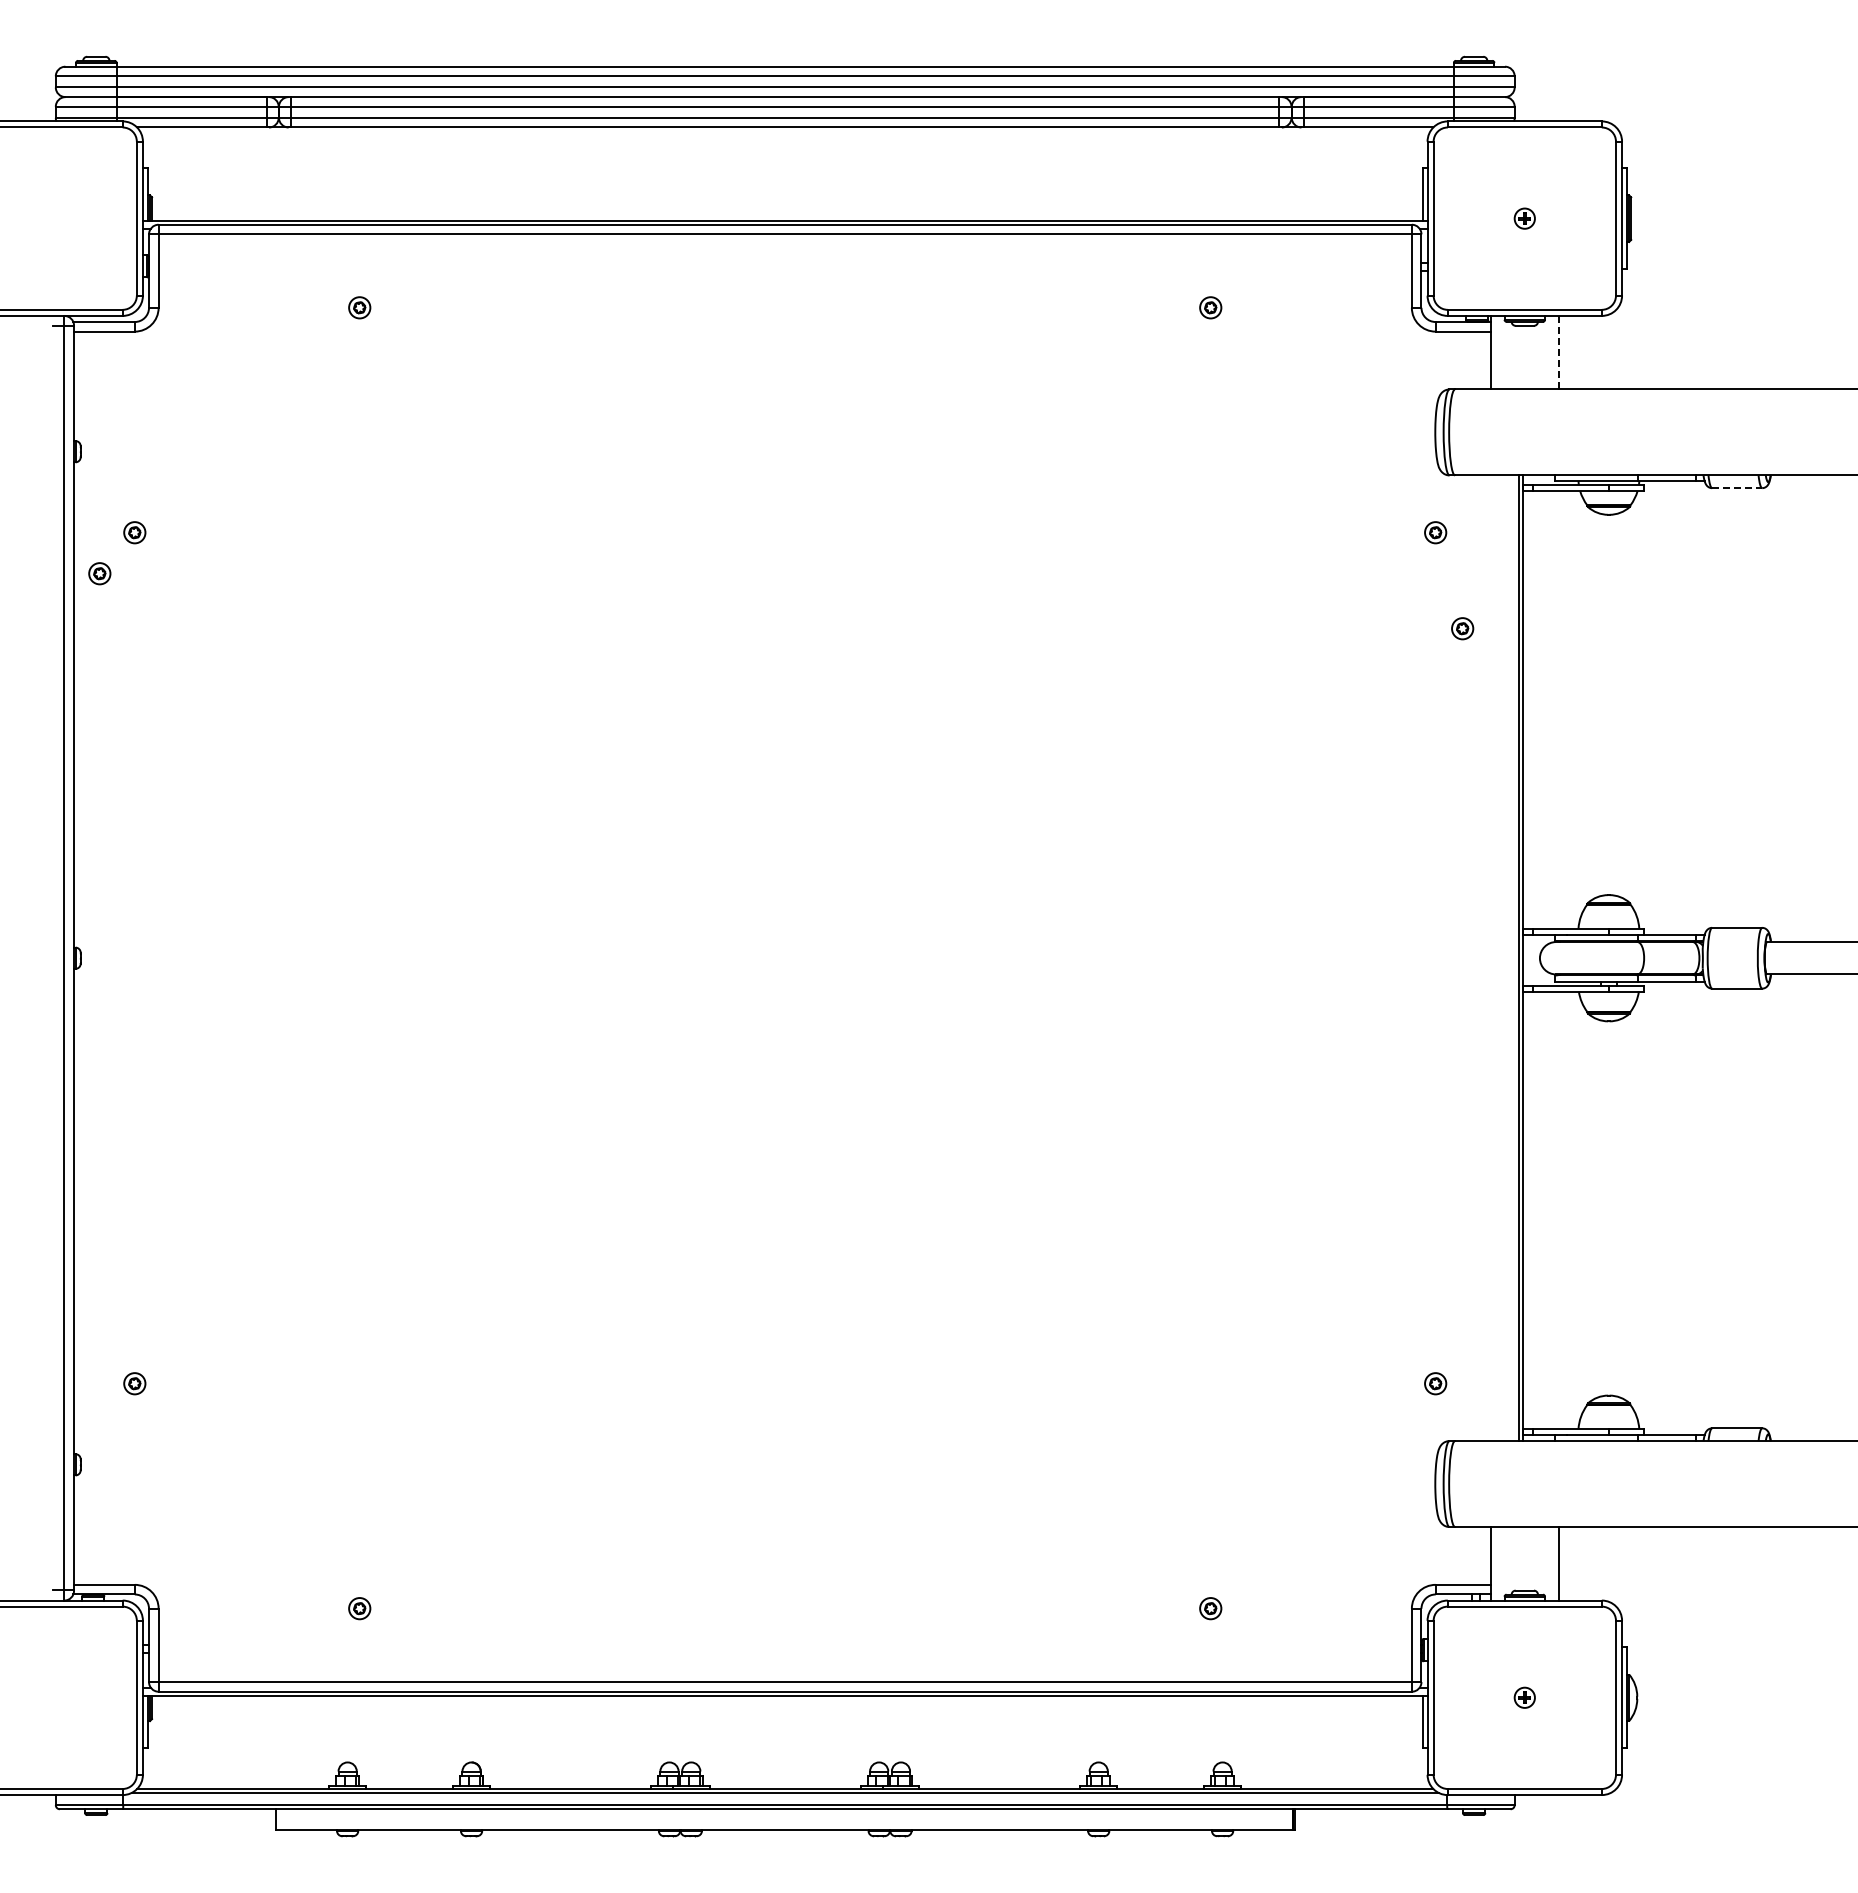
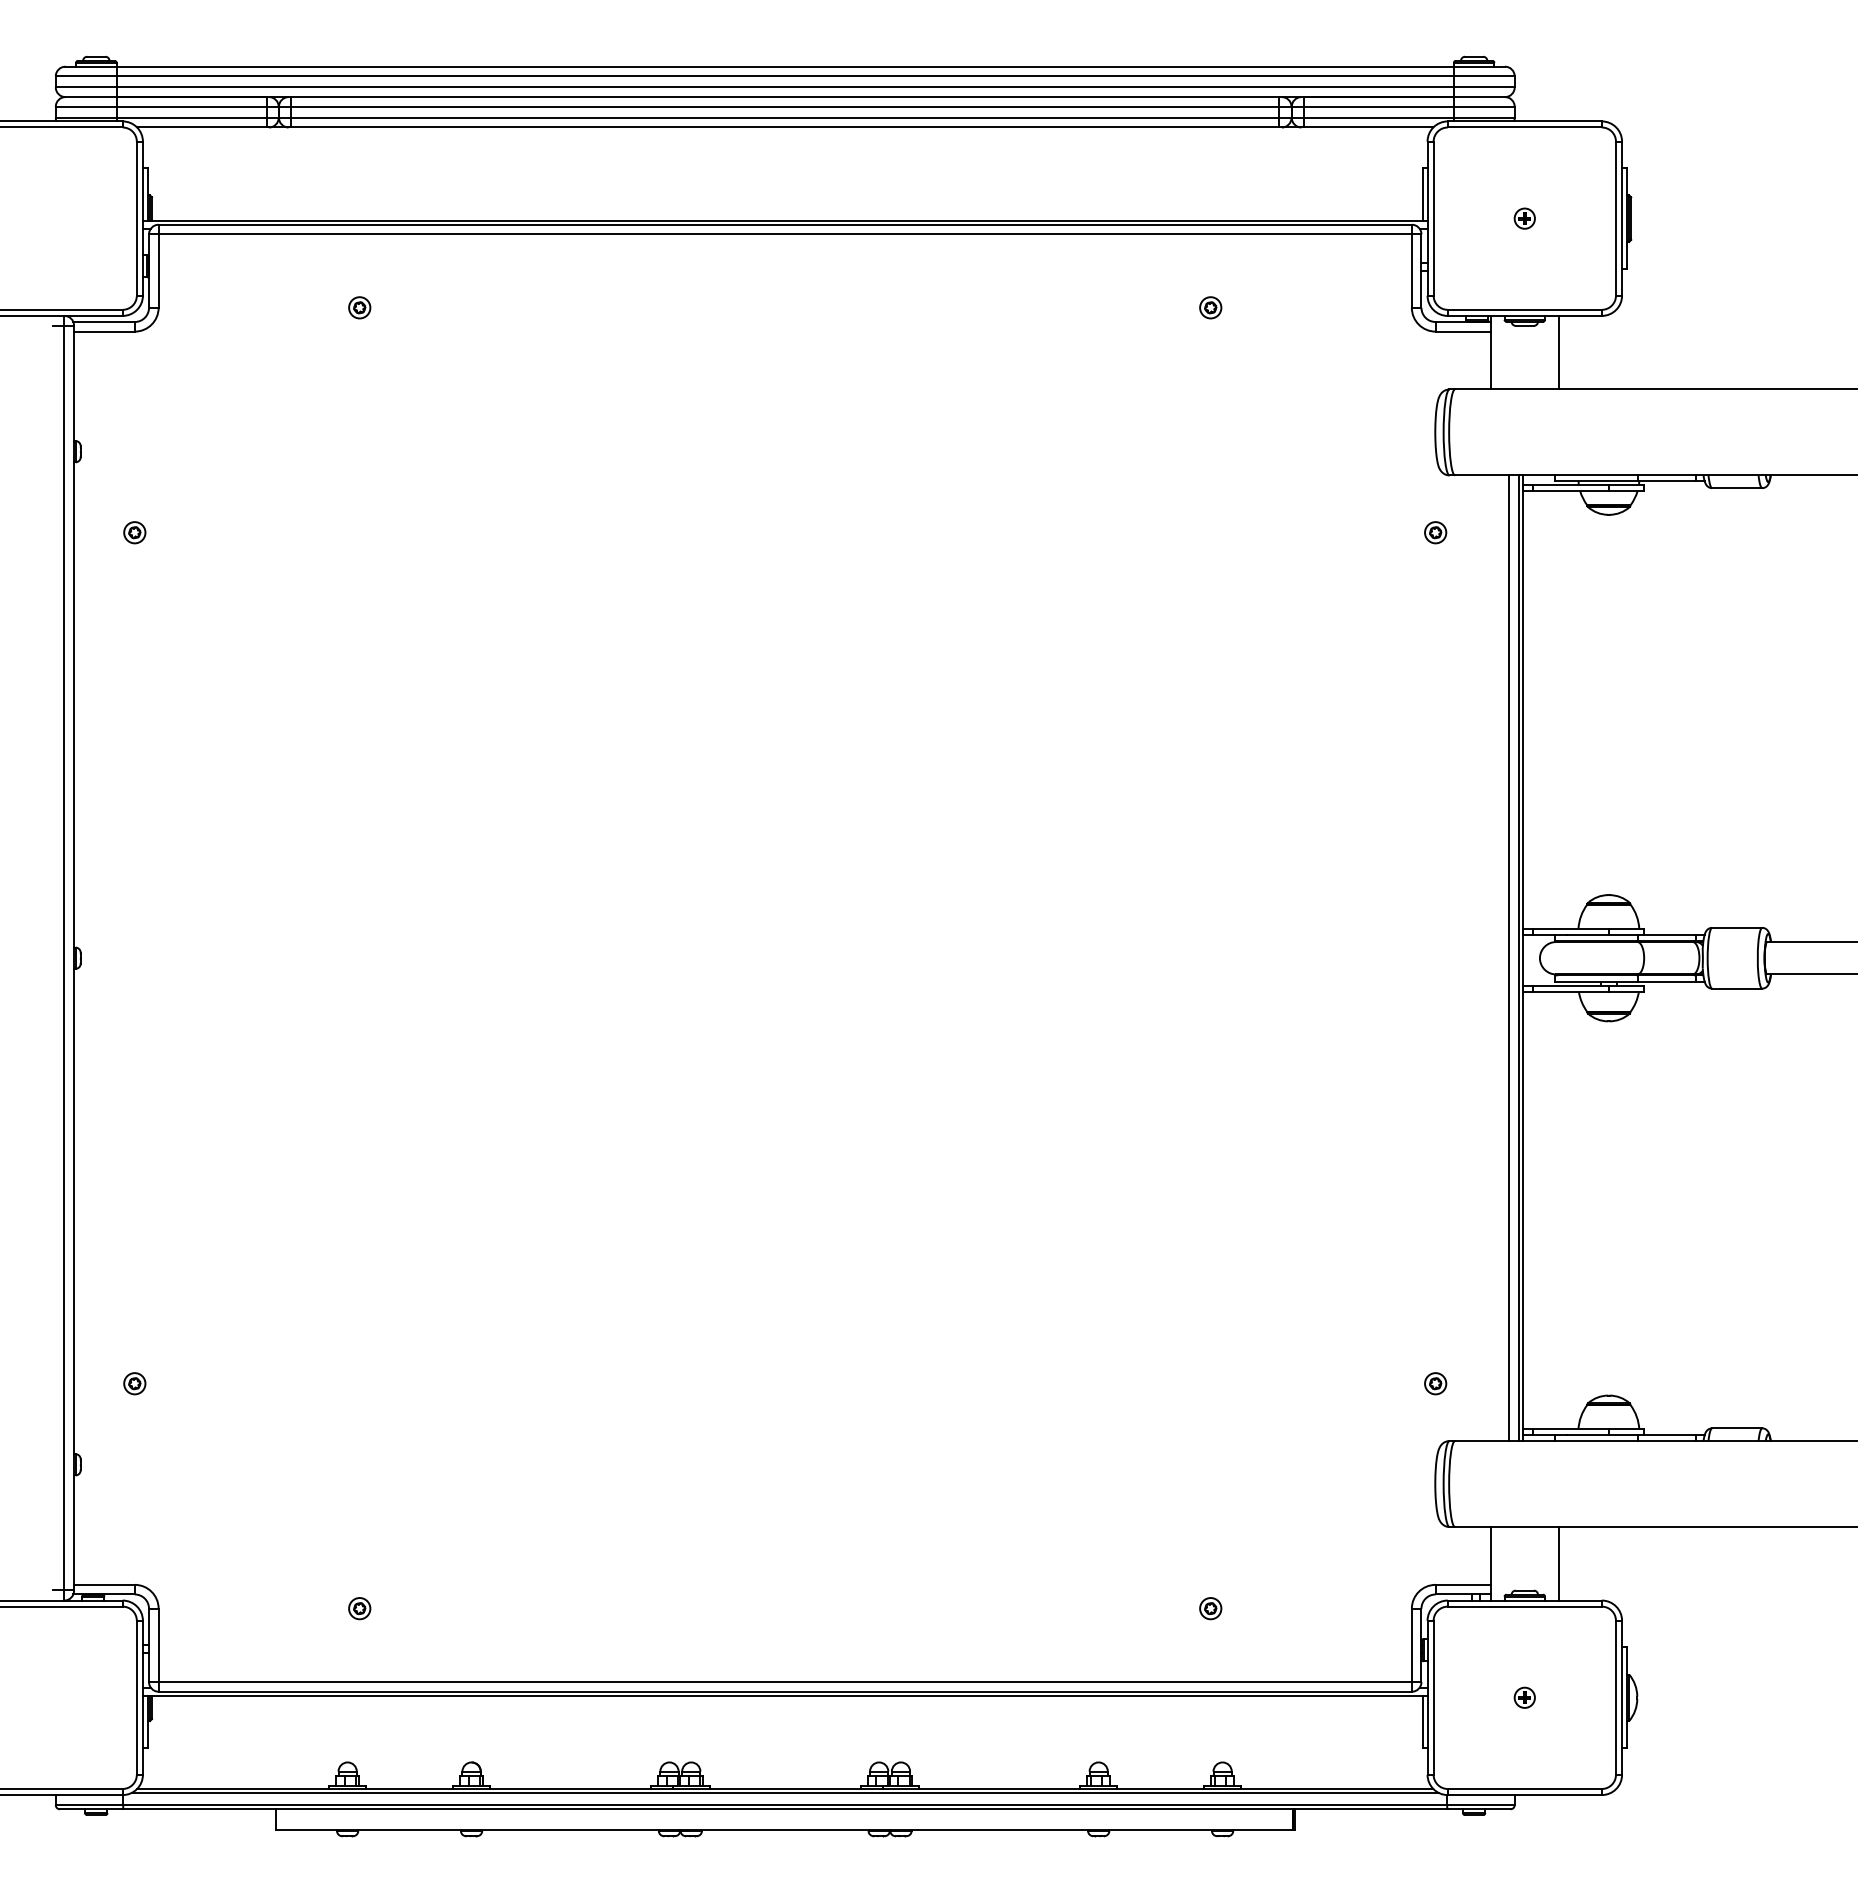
line at (1558, 352): dashed -> solid
line at (1737, 488): dashed -> solid
part at (99, 573): present -> none
part at (1462, 628): present -> none
line at (1509, 958): none -> present
